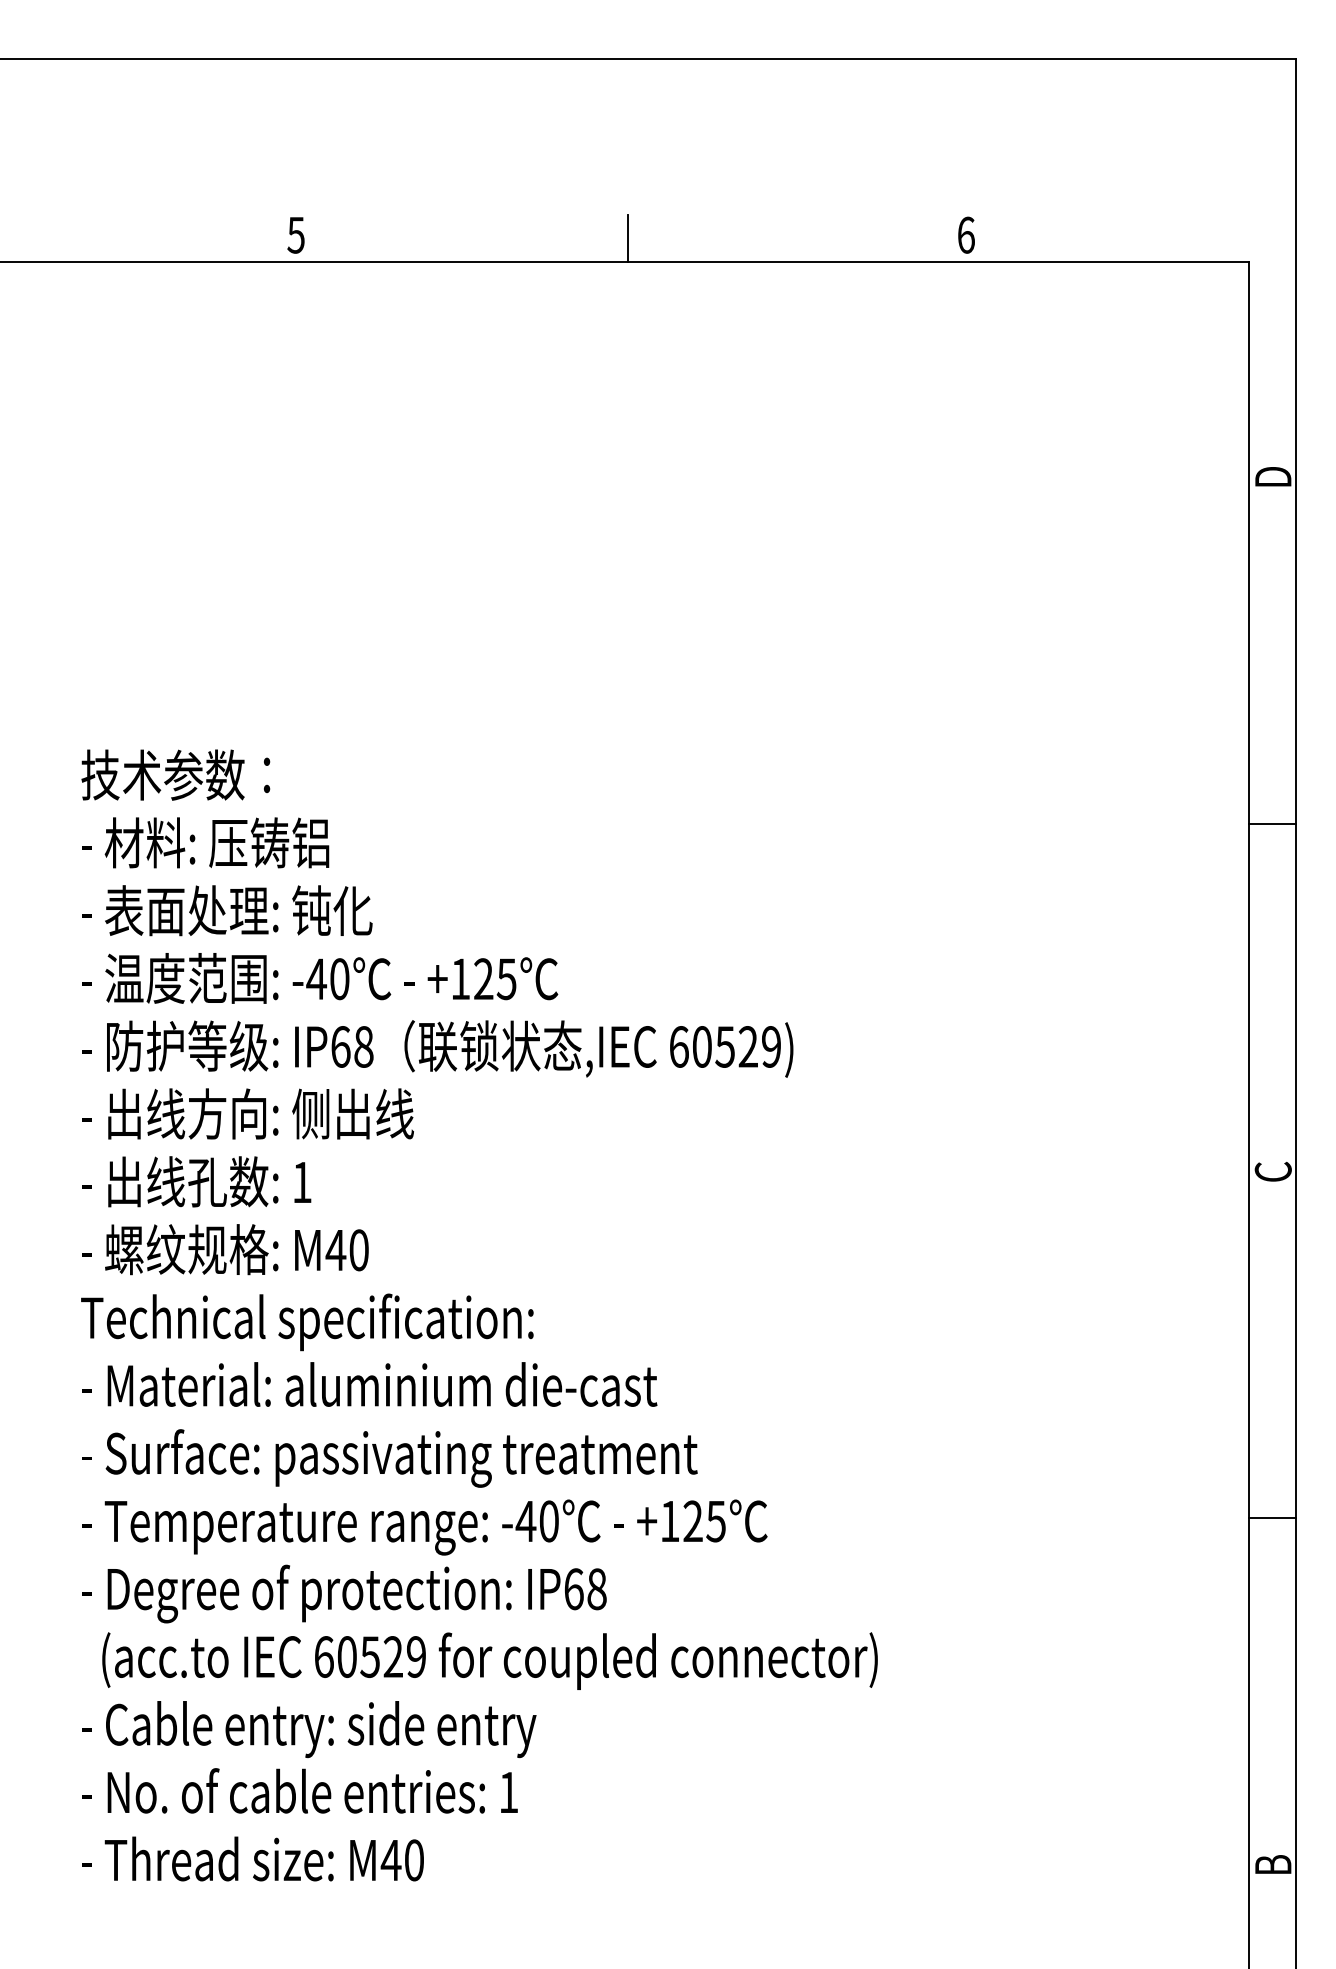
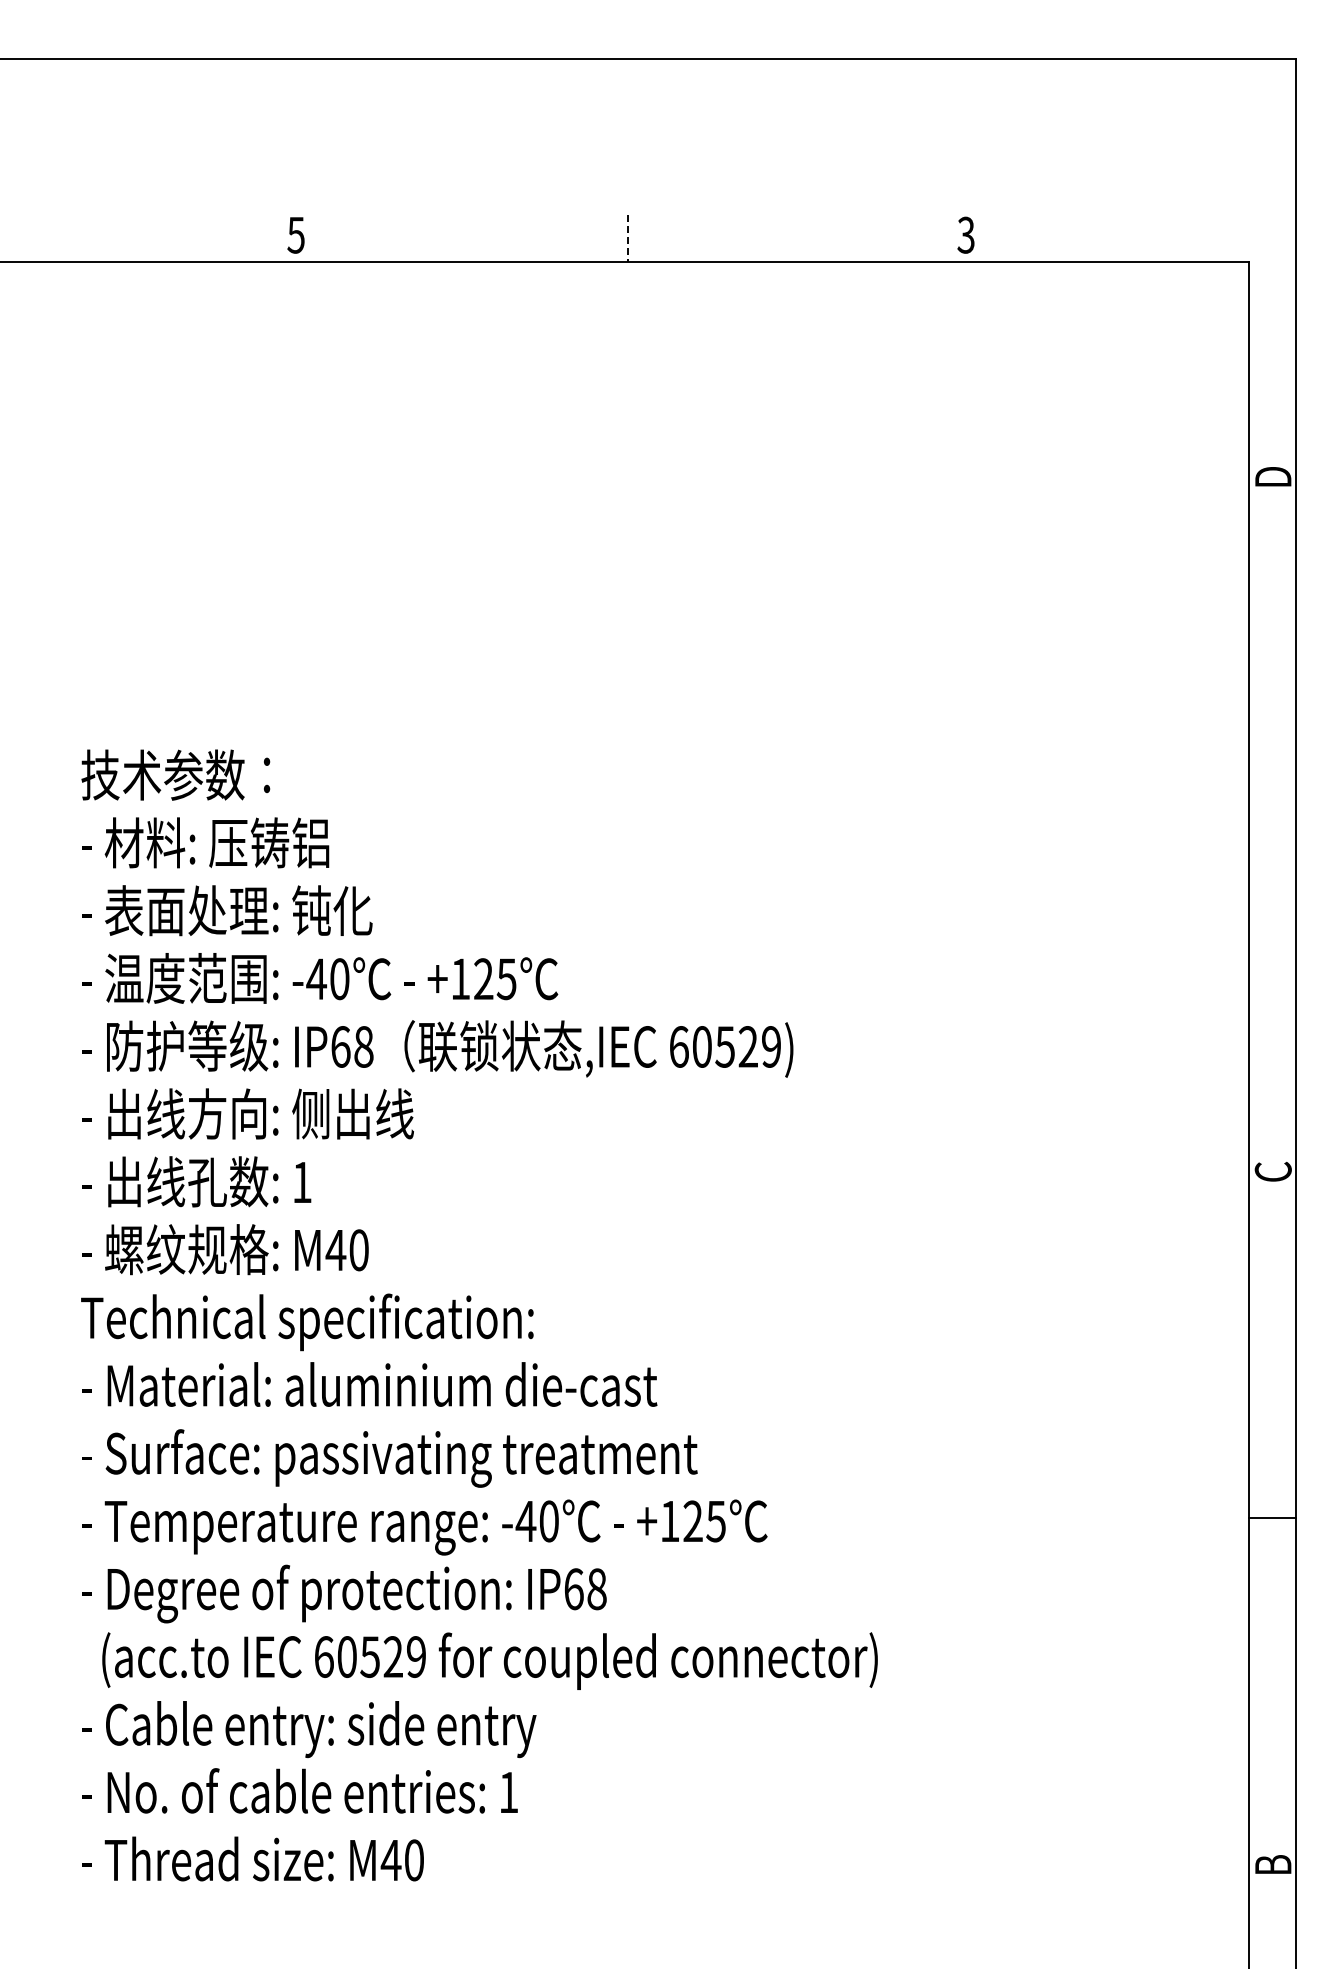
text at (965, 234): 6 -> 3
line at (627, 238): solid -> dashed
line at (1272, 824): present -> none
